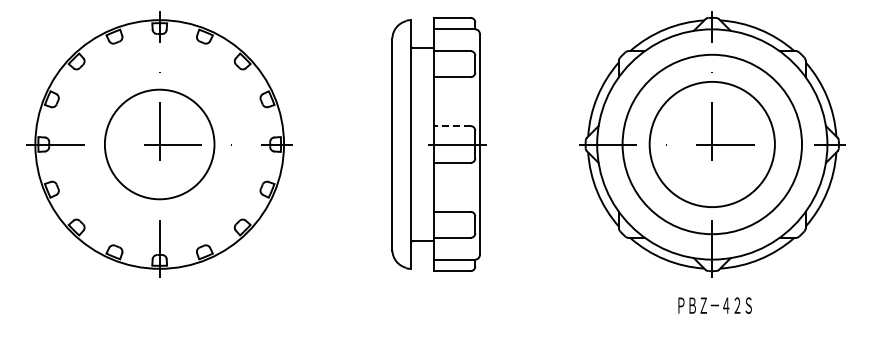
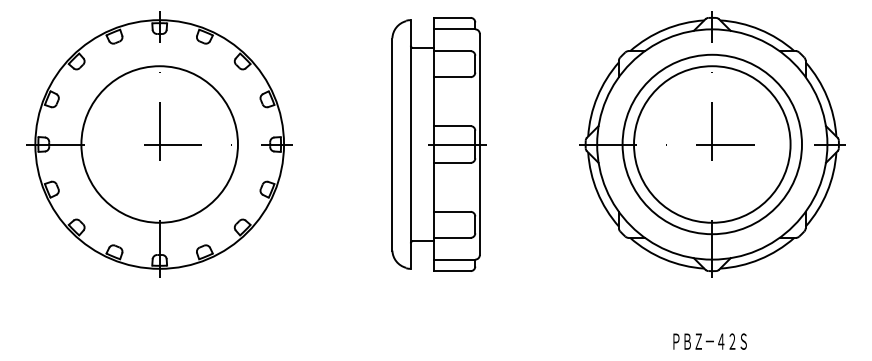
line at (451, 126): dashed -> solid
circle at (159, 144) diameter: 110 px -> 157 px
circle at (711, 144) diameter: 125 px -> 157 px
text at (714, 305) position: (714, 305) -> (709, 341)
